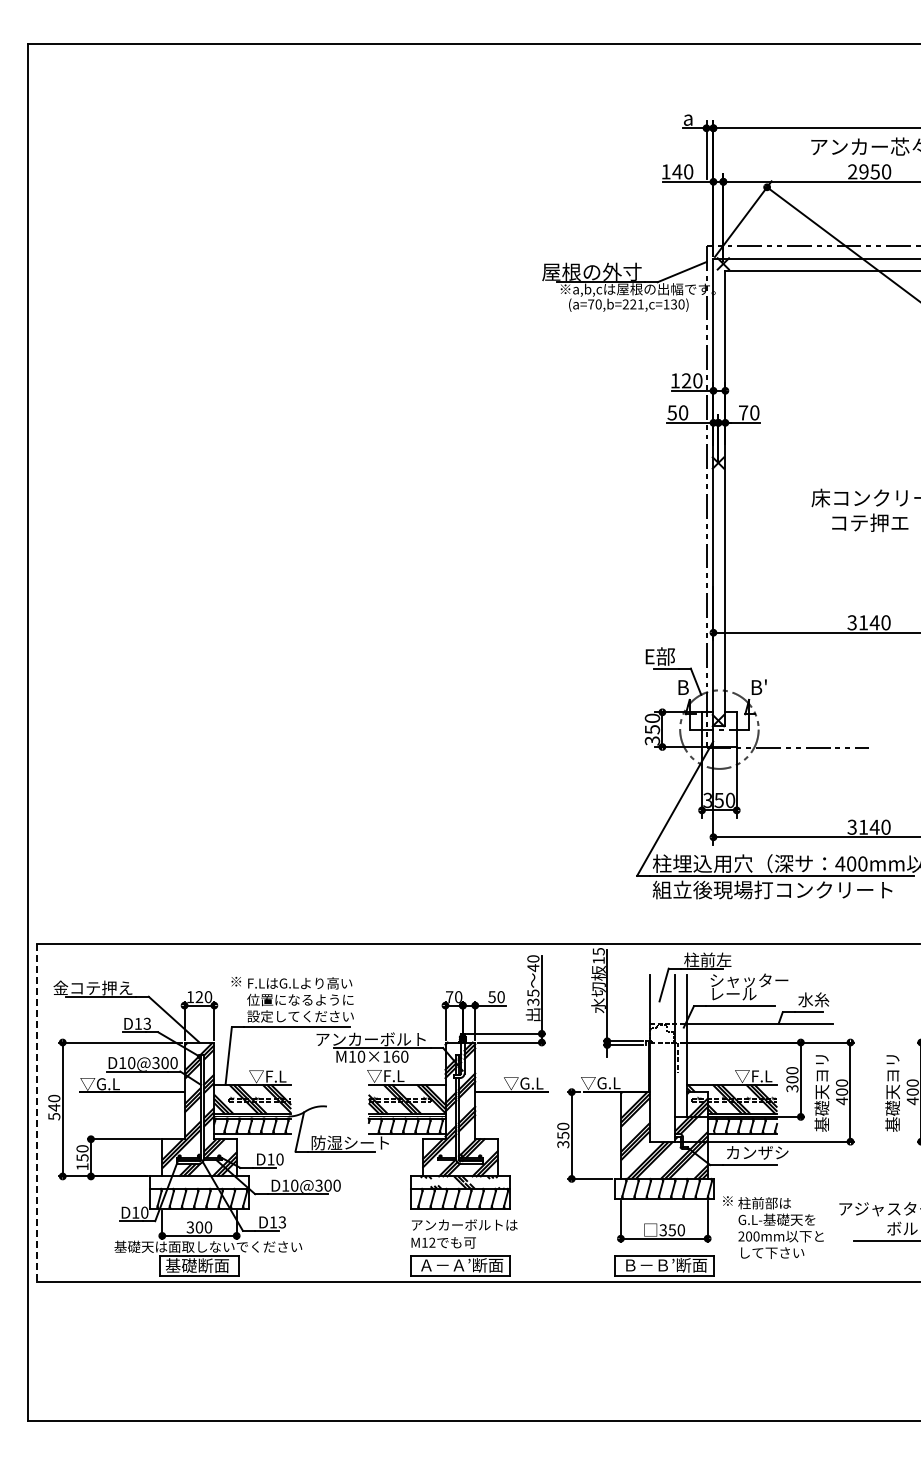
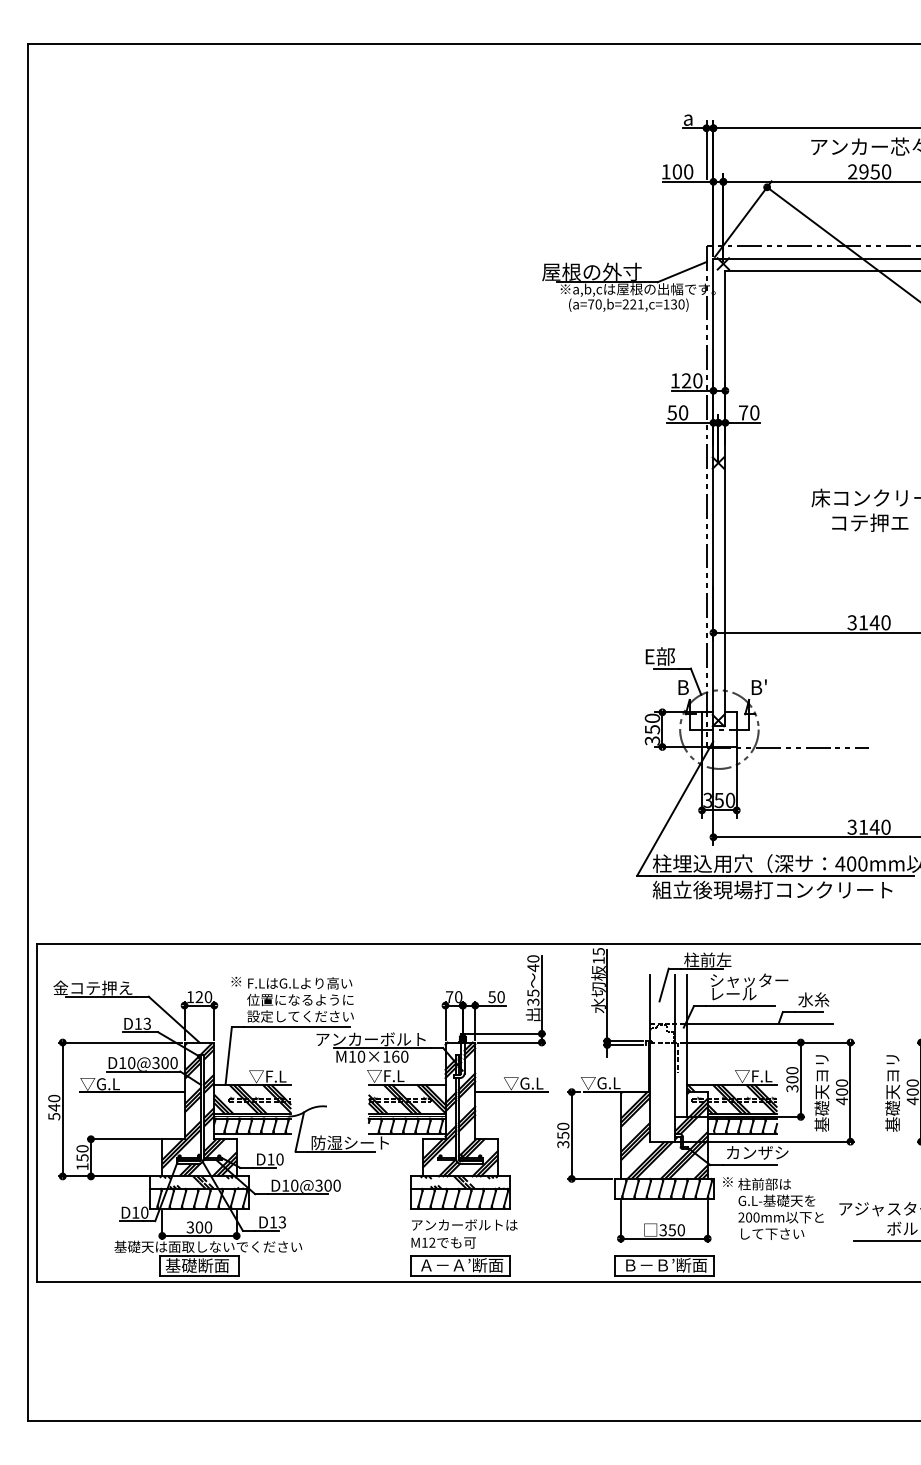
text at (677, 171): 140 -> 100
line at (37, 1113): dashed -> solid
hatch at (203, 1182): none -> present
text at (773, 1227) position: (773, 1227) -> (773, 1208)
